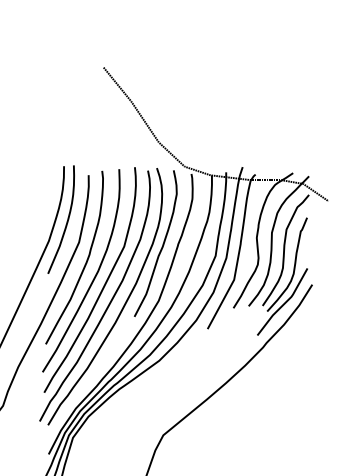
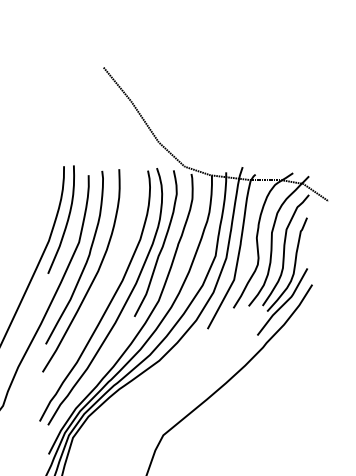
curve at (103, 285): present -> none
